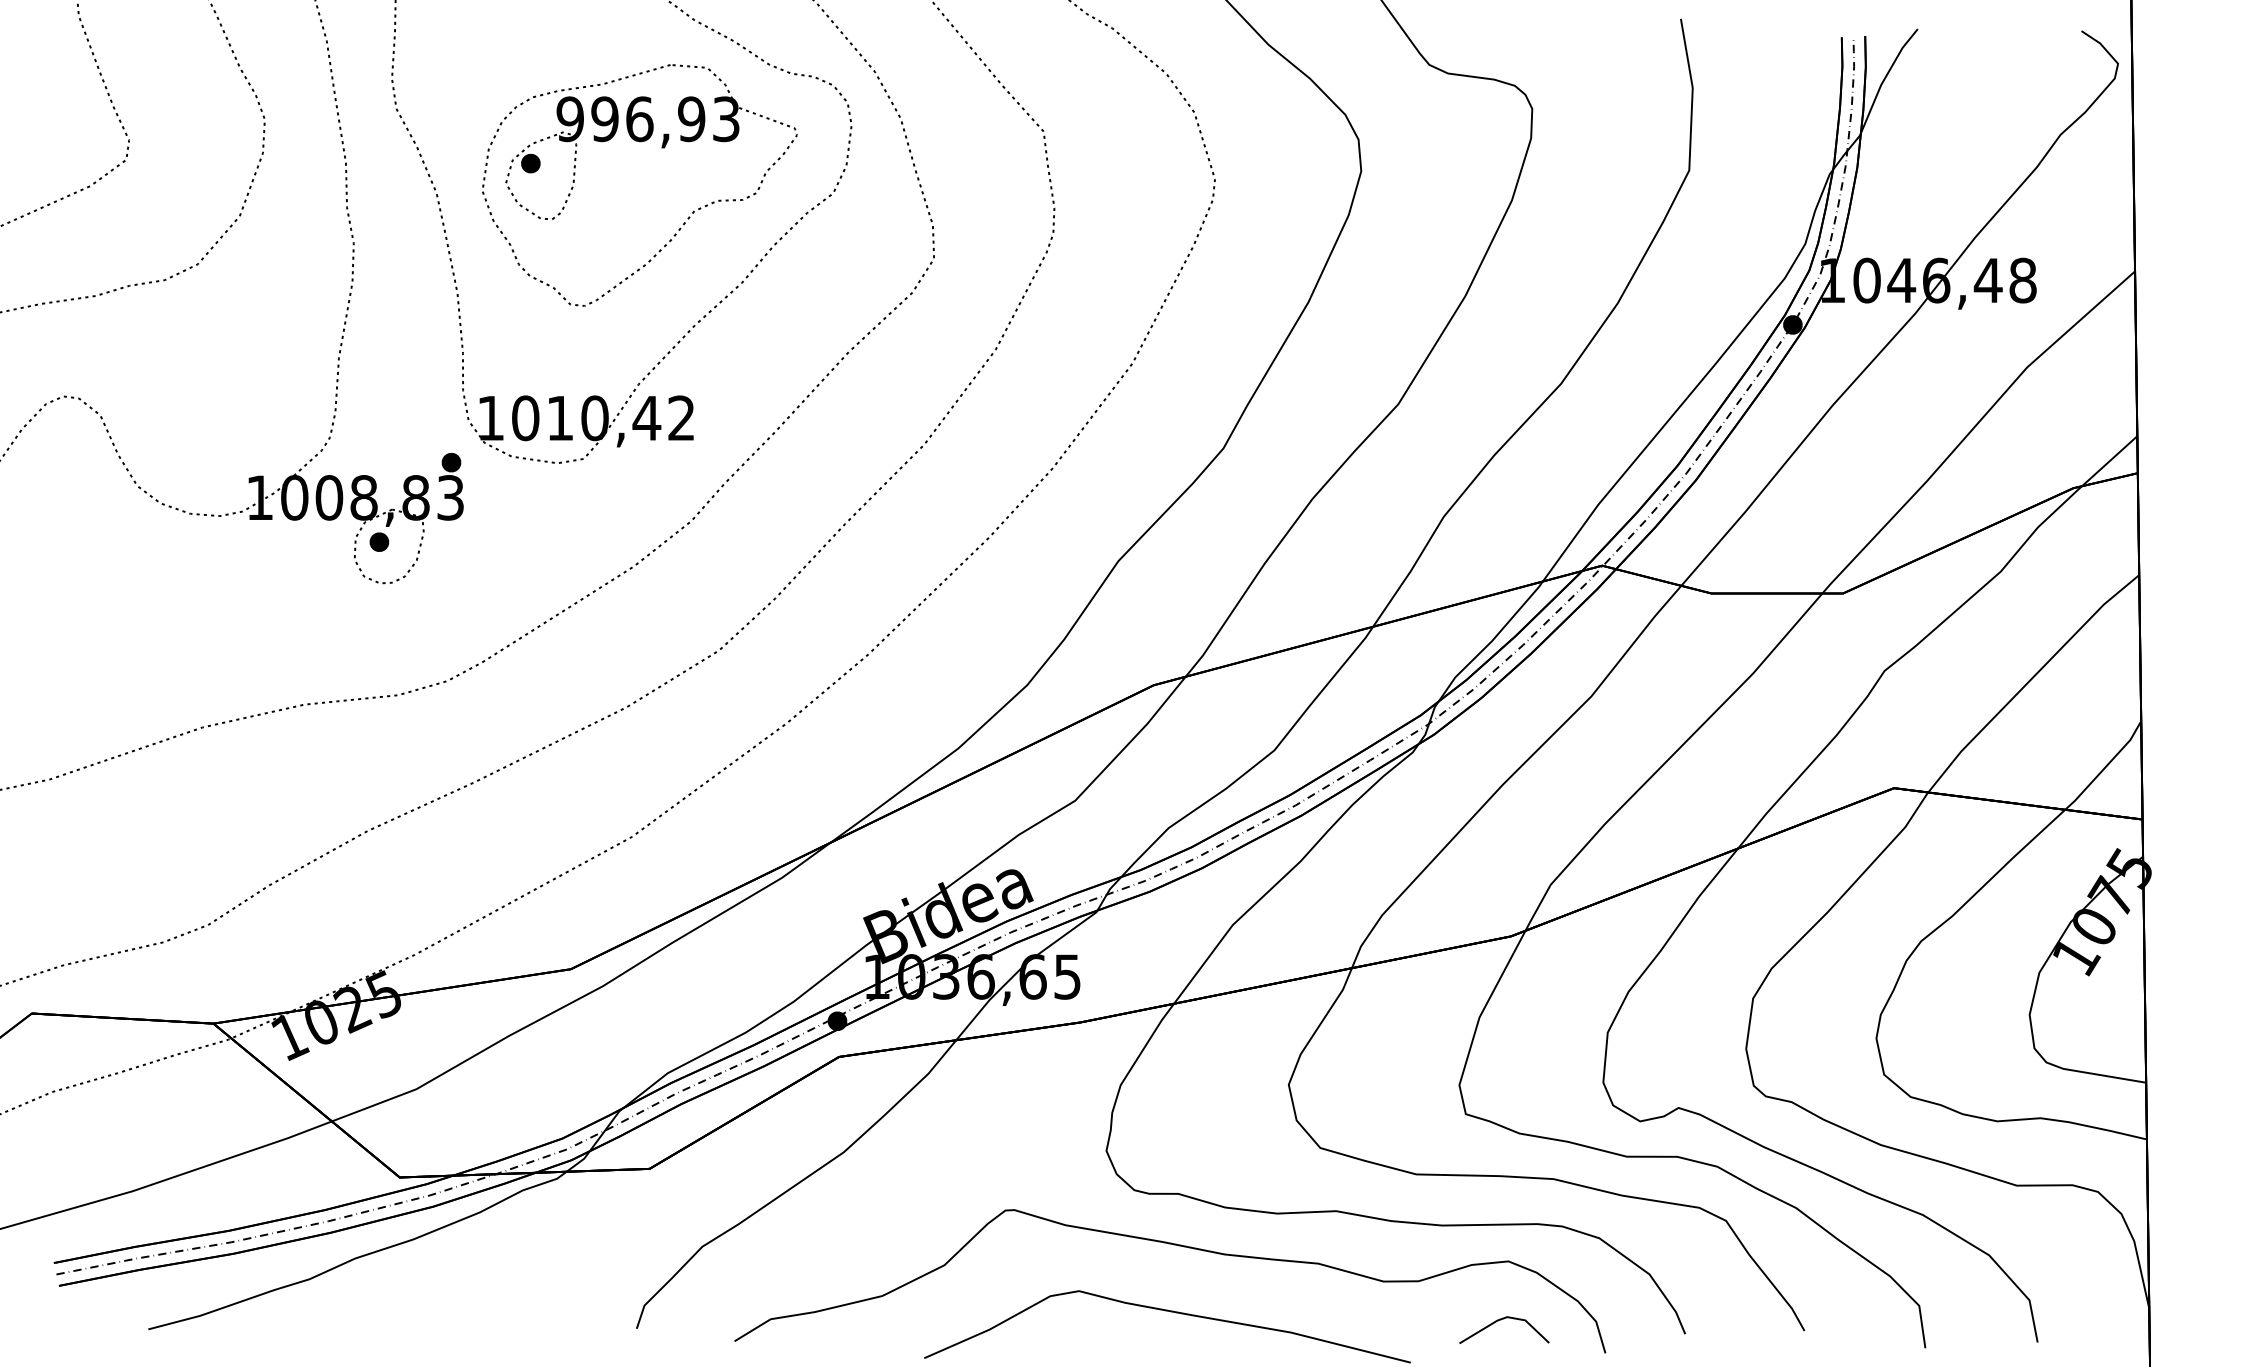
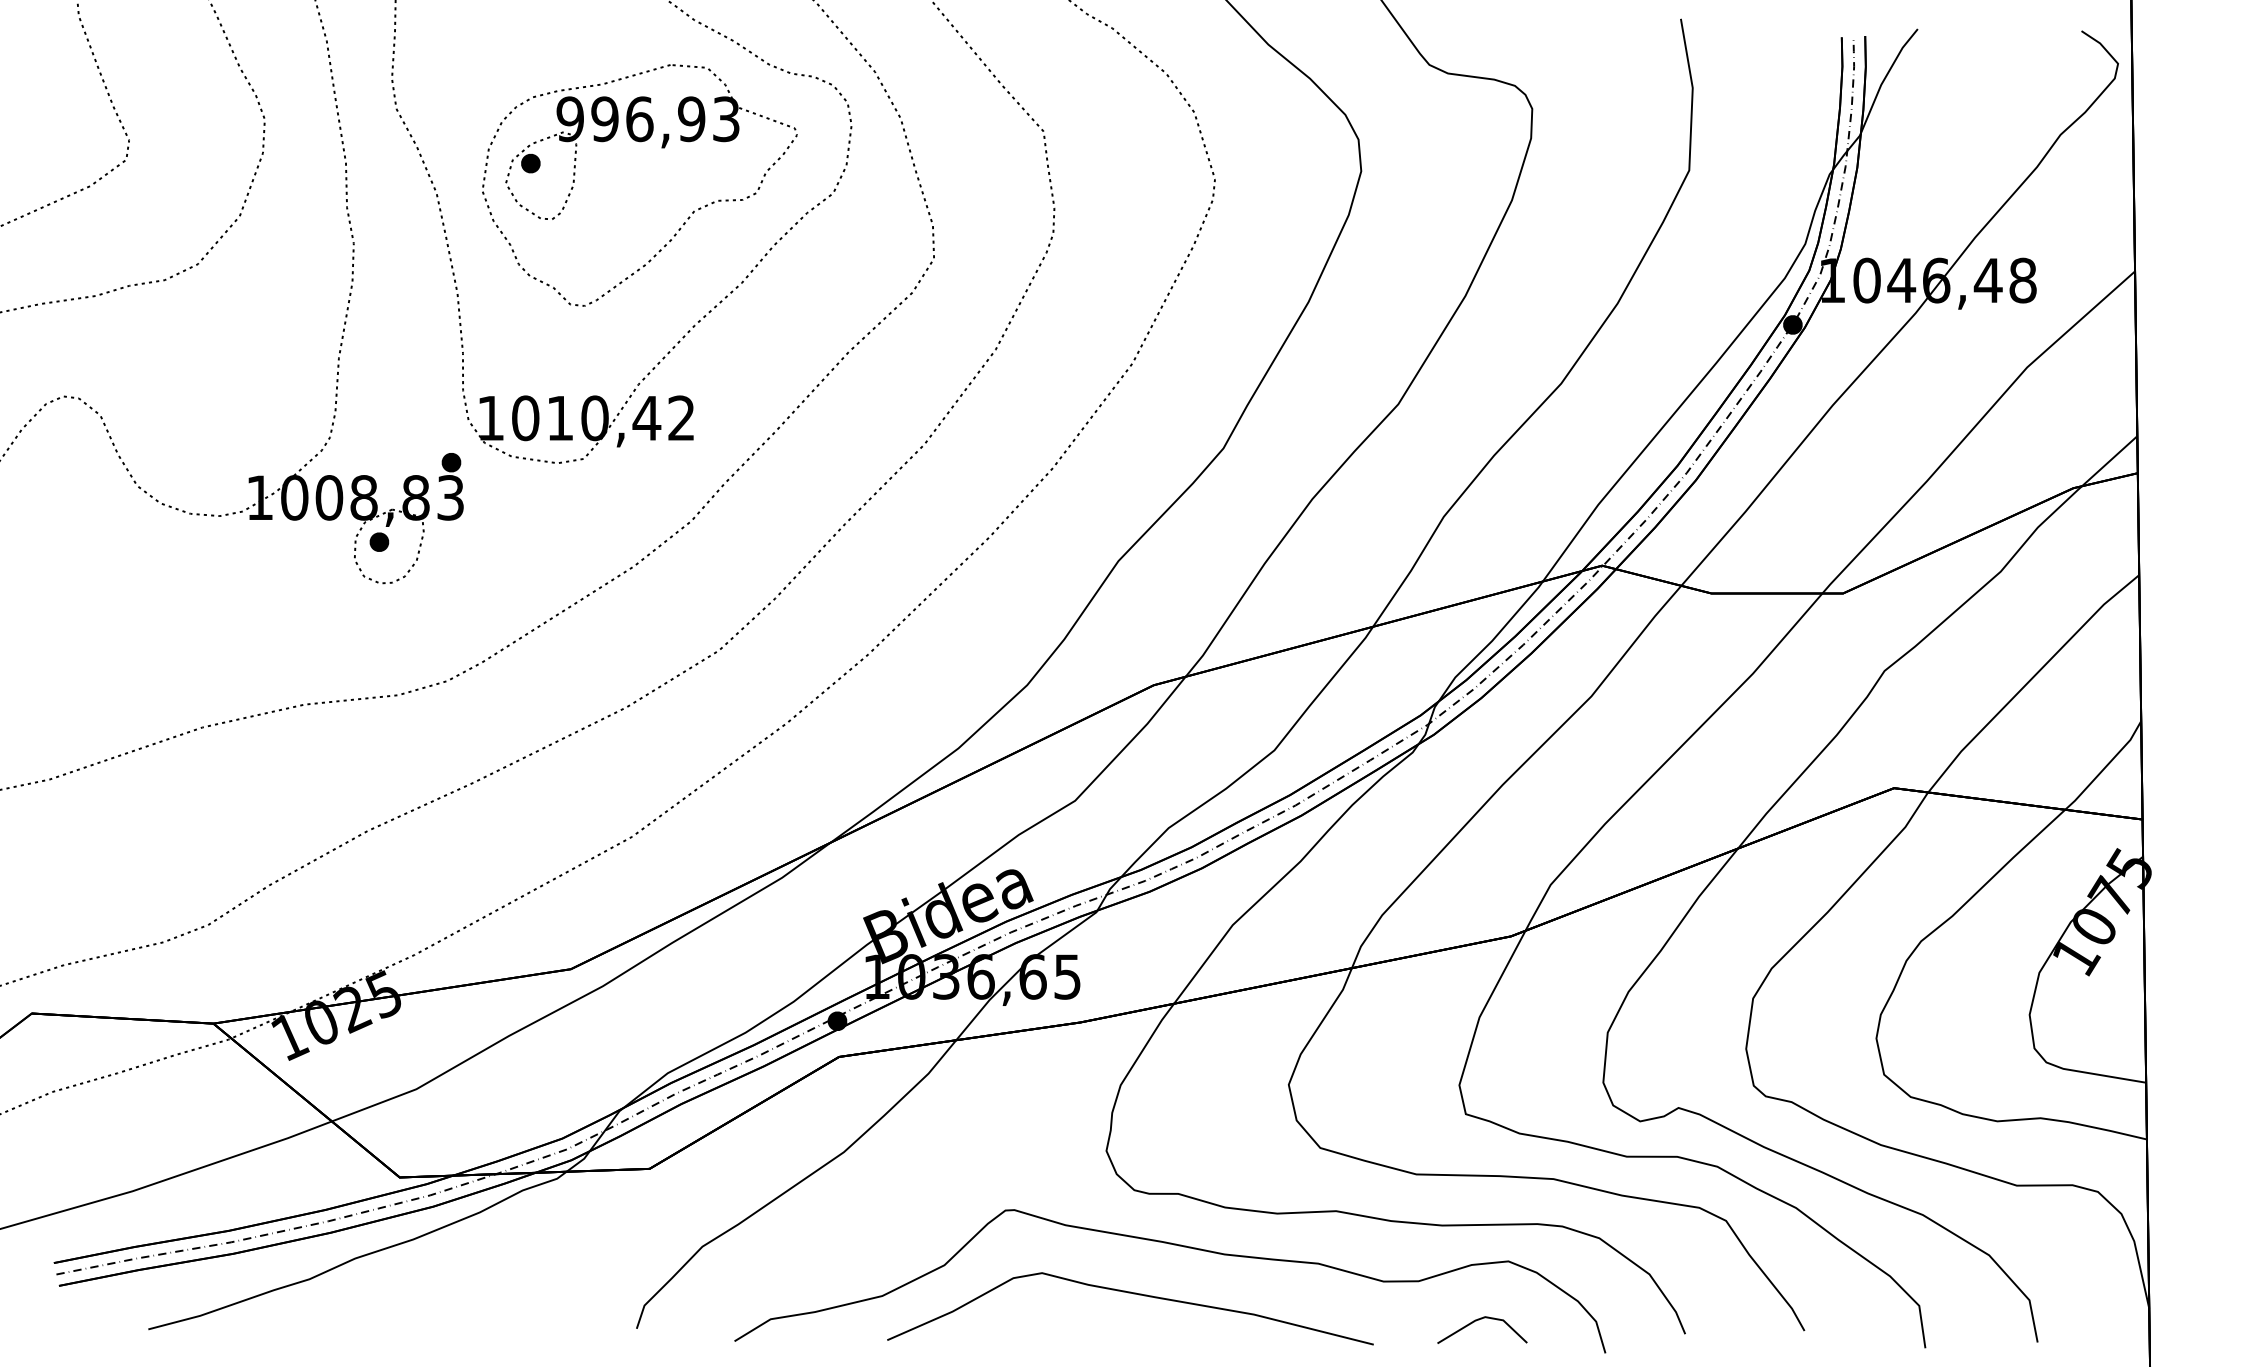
curve at (1170, 1312) position: (1170, 1312) -> (1133, 1294)
line at (1501, 1320) position: (1501, 1320) -> (1479, 1320)
